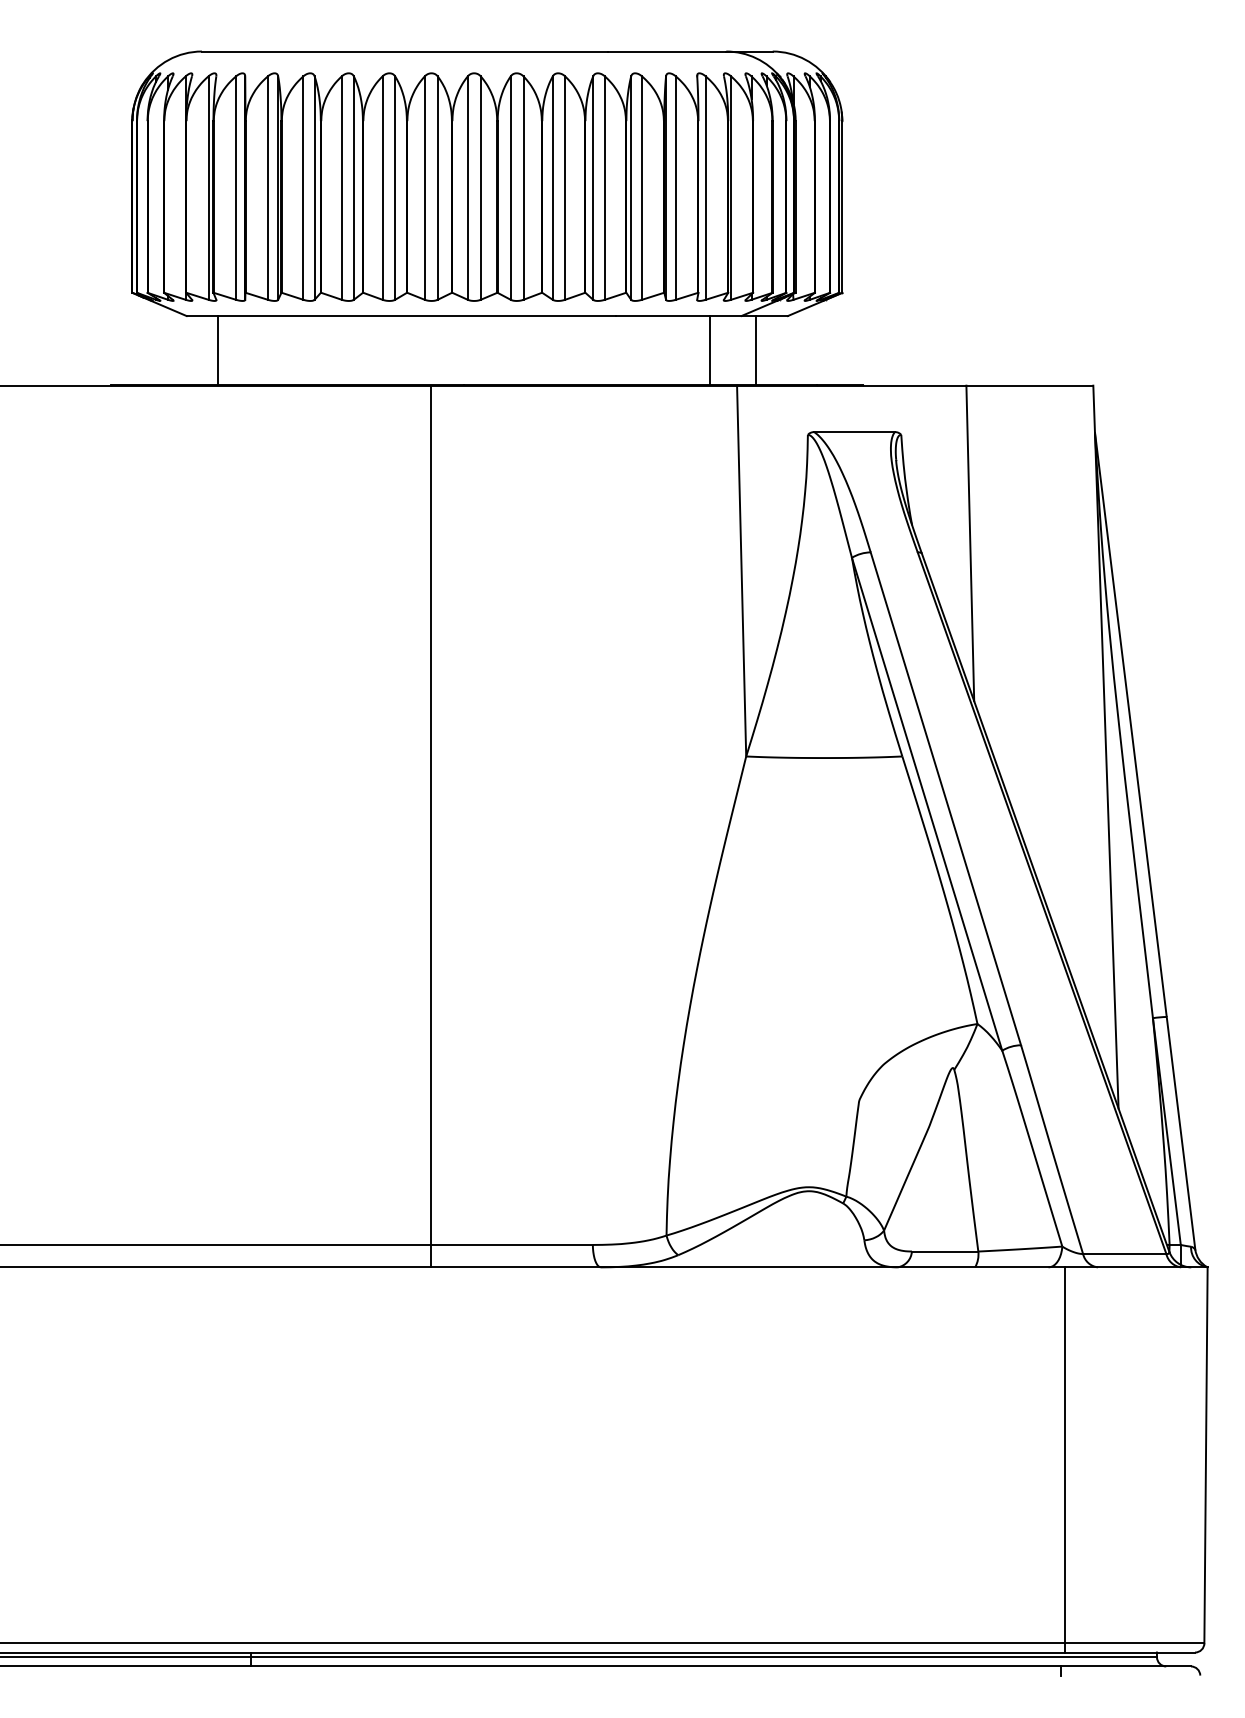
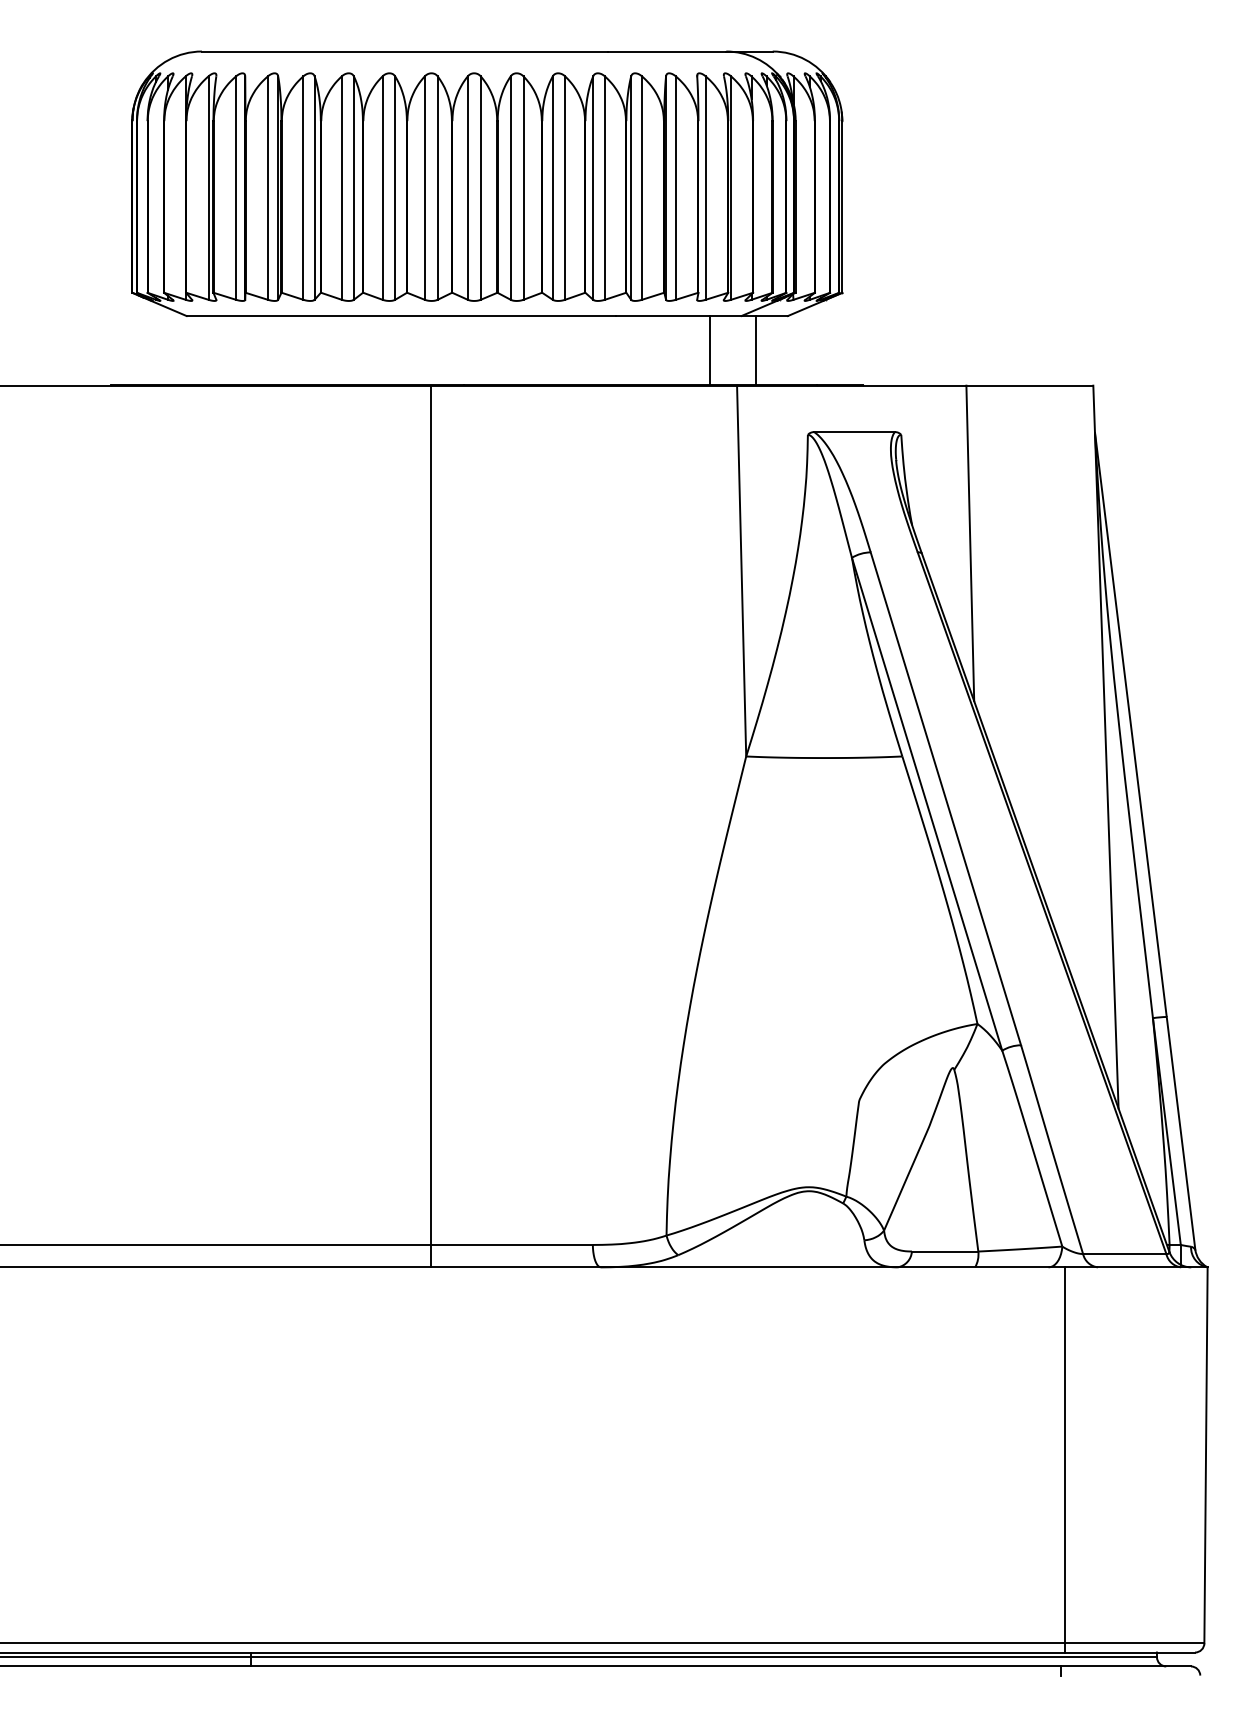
line at (218, 350): present -> none
